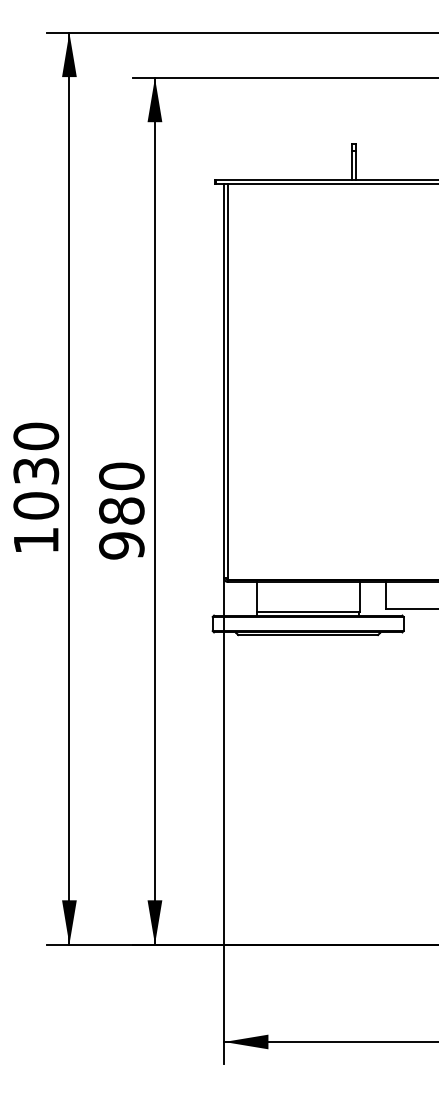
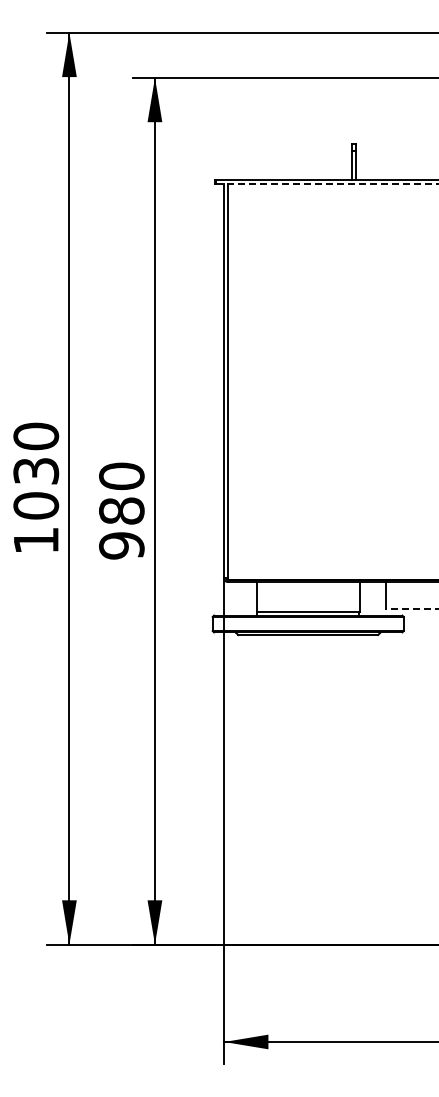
line at (328, 184): solid -> dashed
line at (411, 608): solid -> dashed
